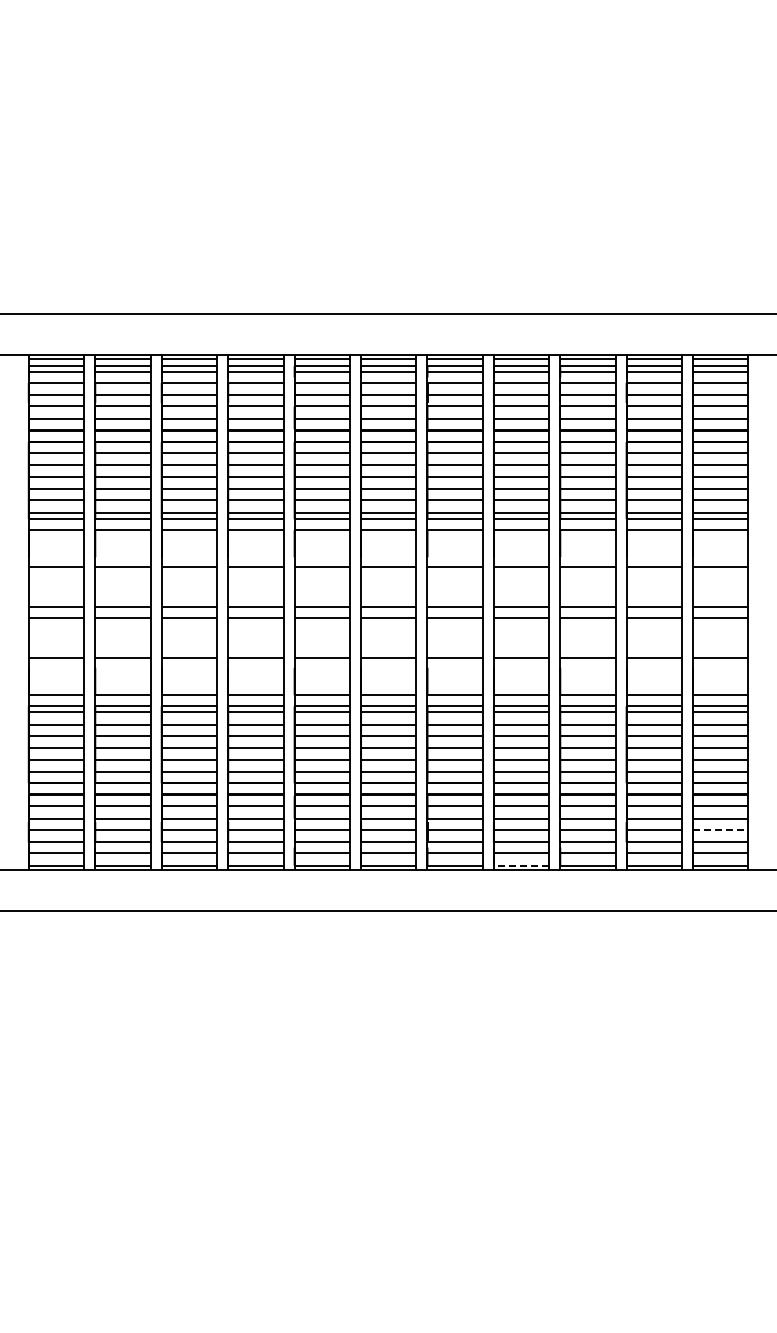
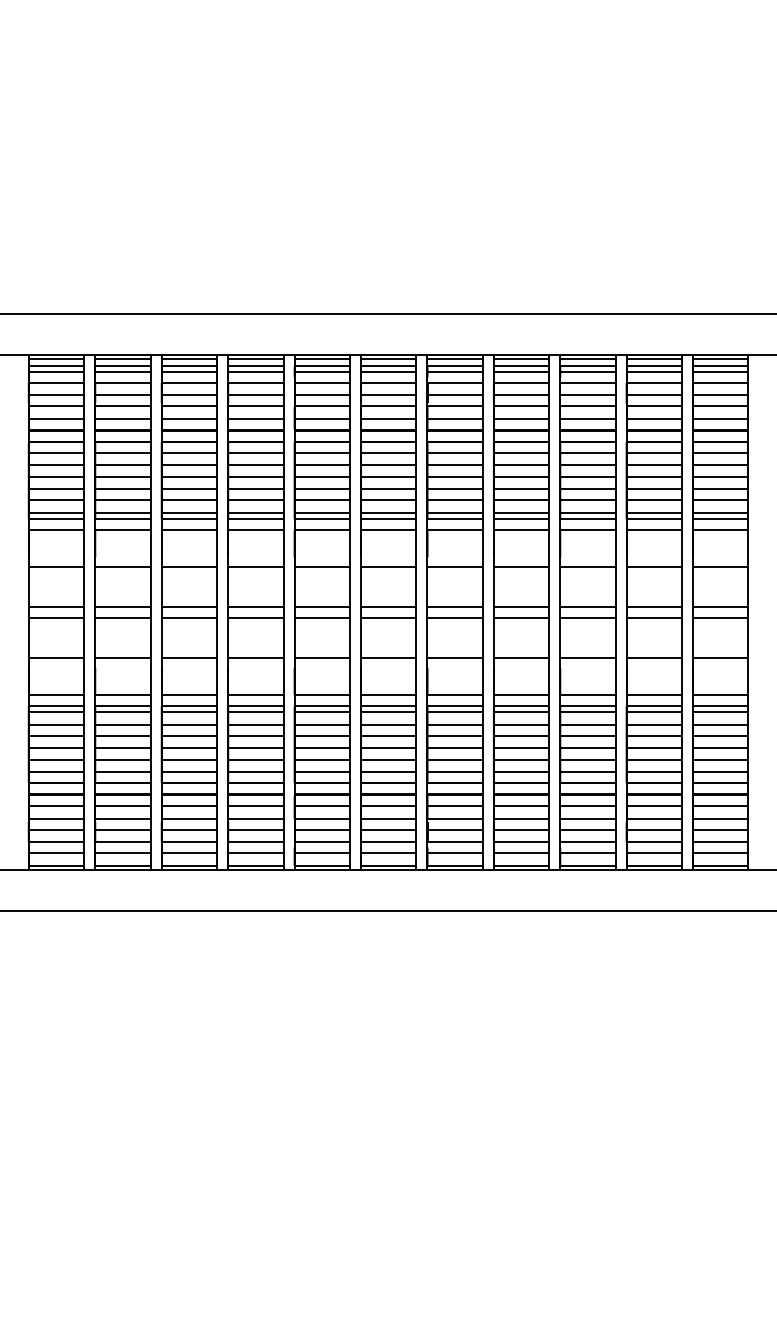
line at (720, 829): dashed -> solid
line at (521, 865): dashed -> solid
